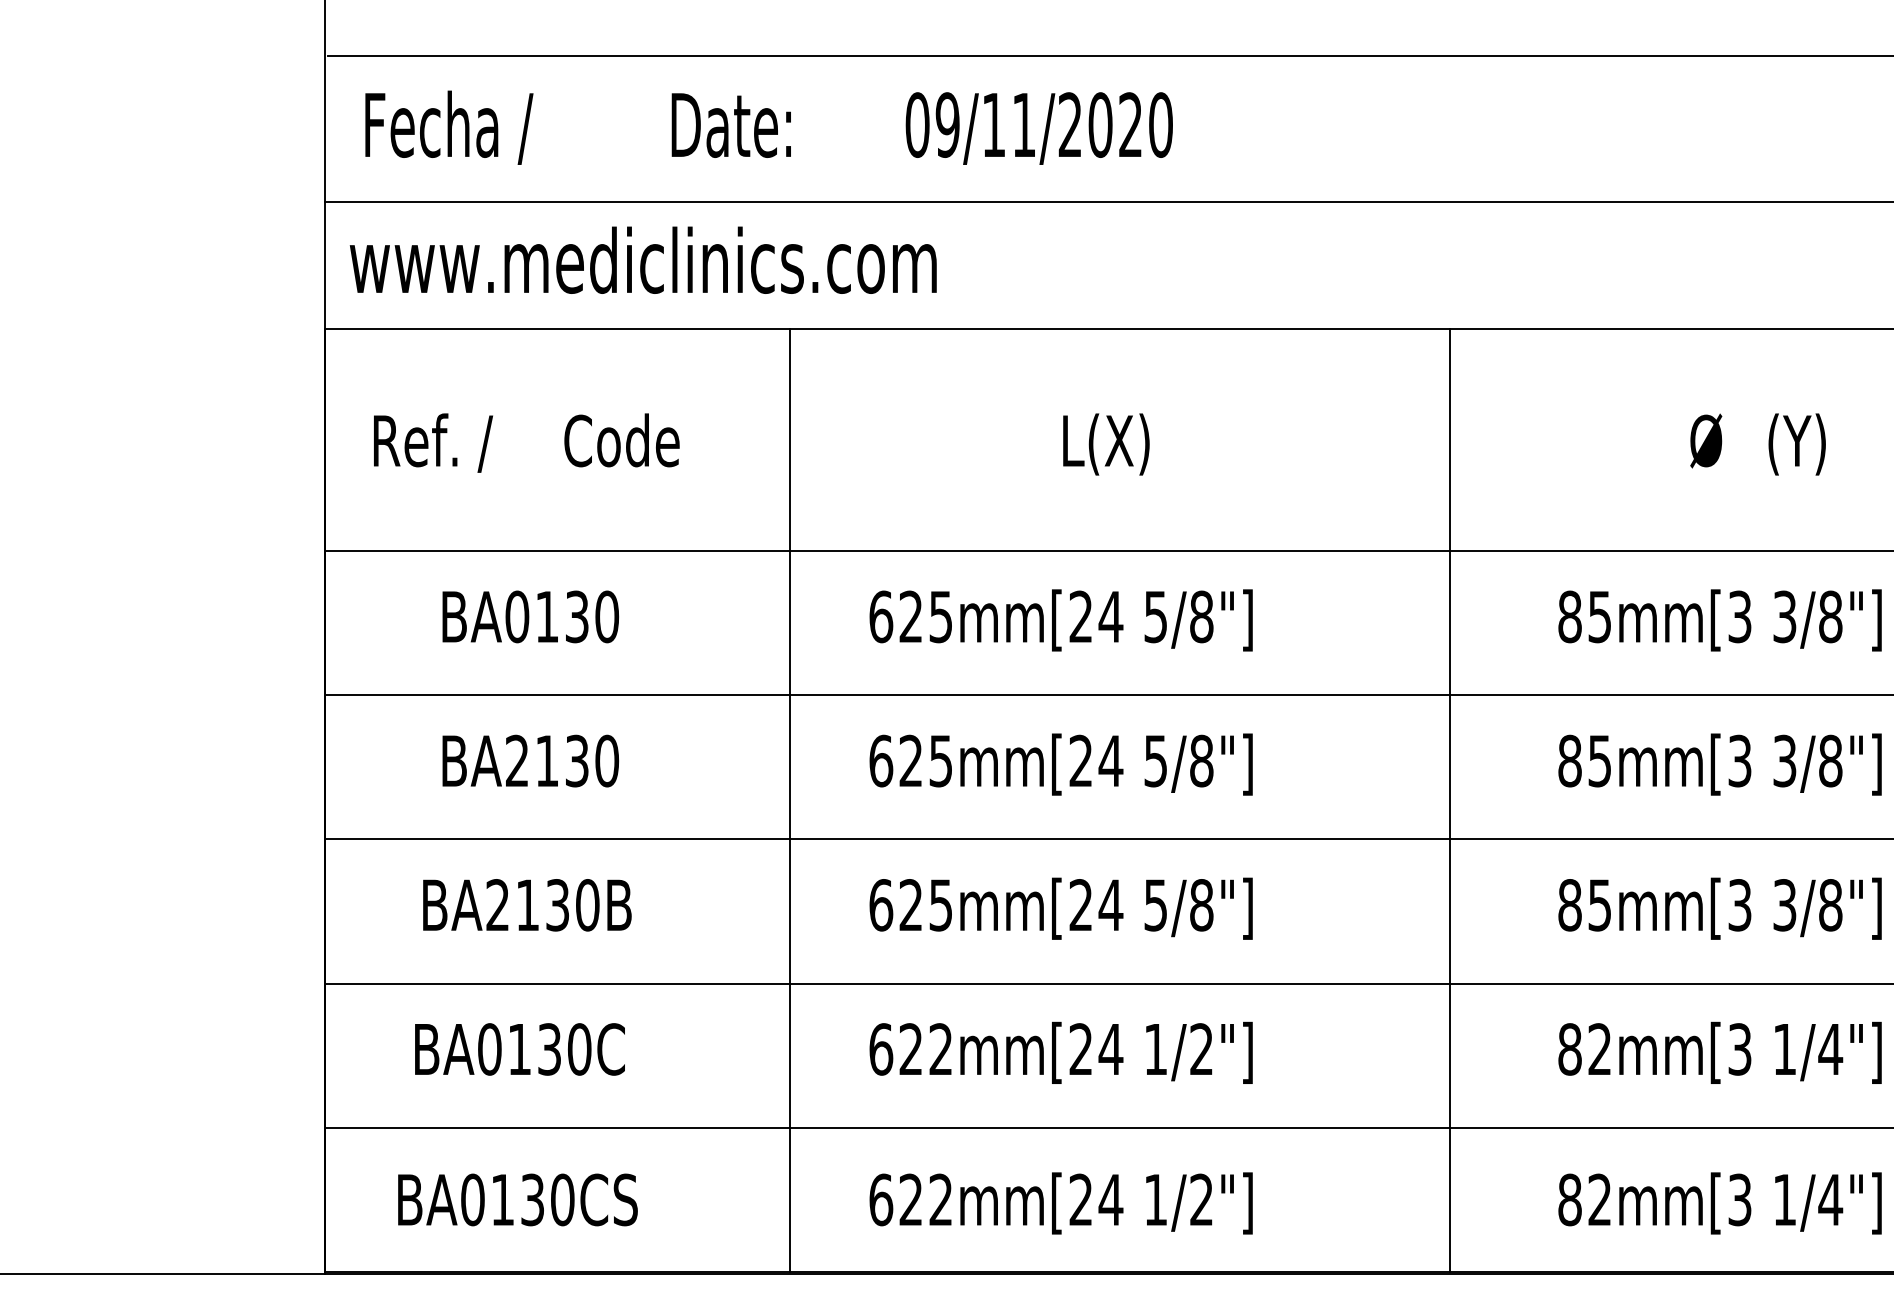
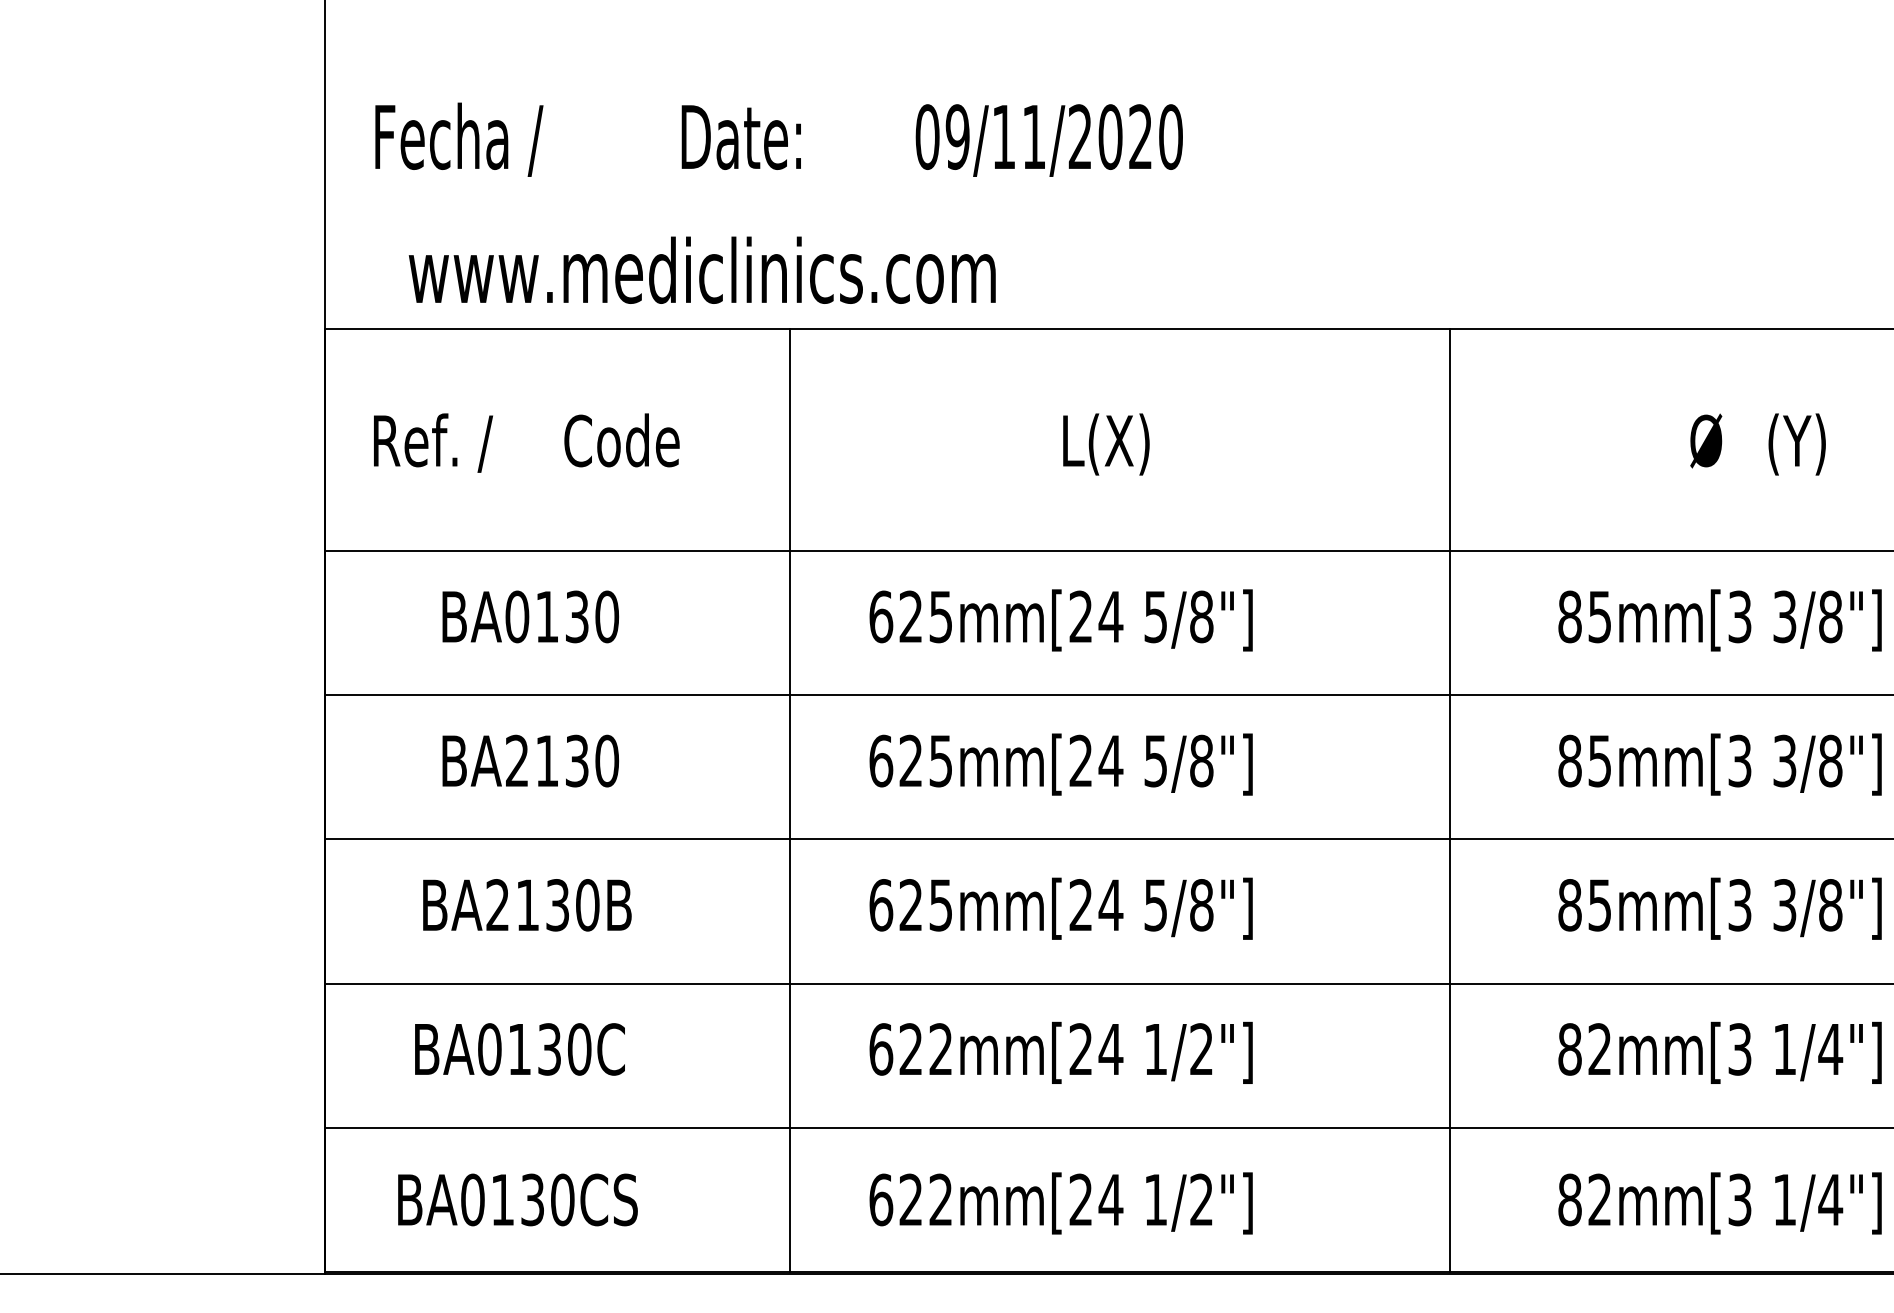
line at (1108, 55): present -> none
text at (768, 127) position: (768, 127) -> (778, 139)
line at (1107, 201): present -> none
text at (642, 259) position: (642, 259) -> (701, 269)
